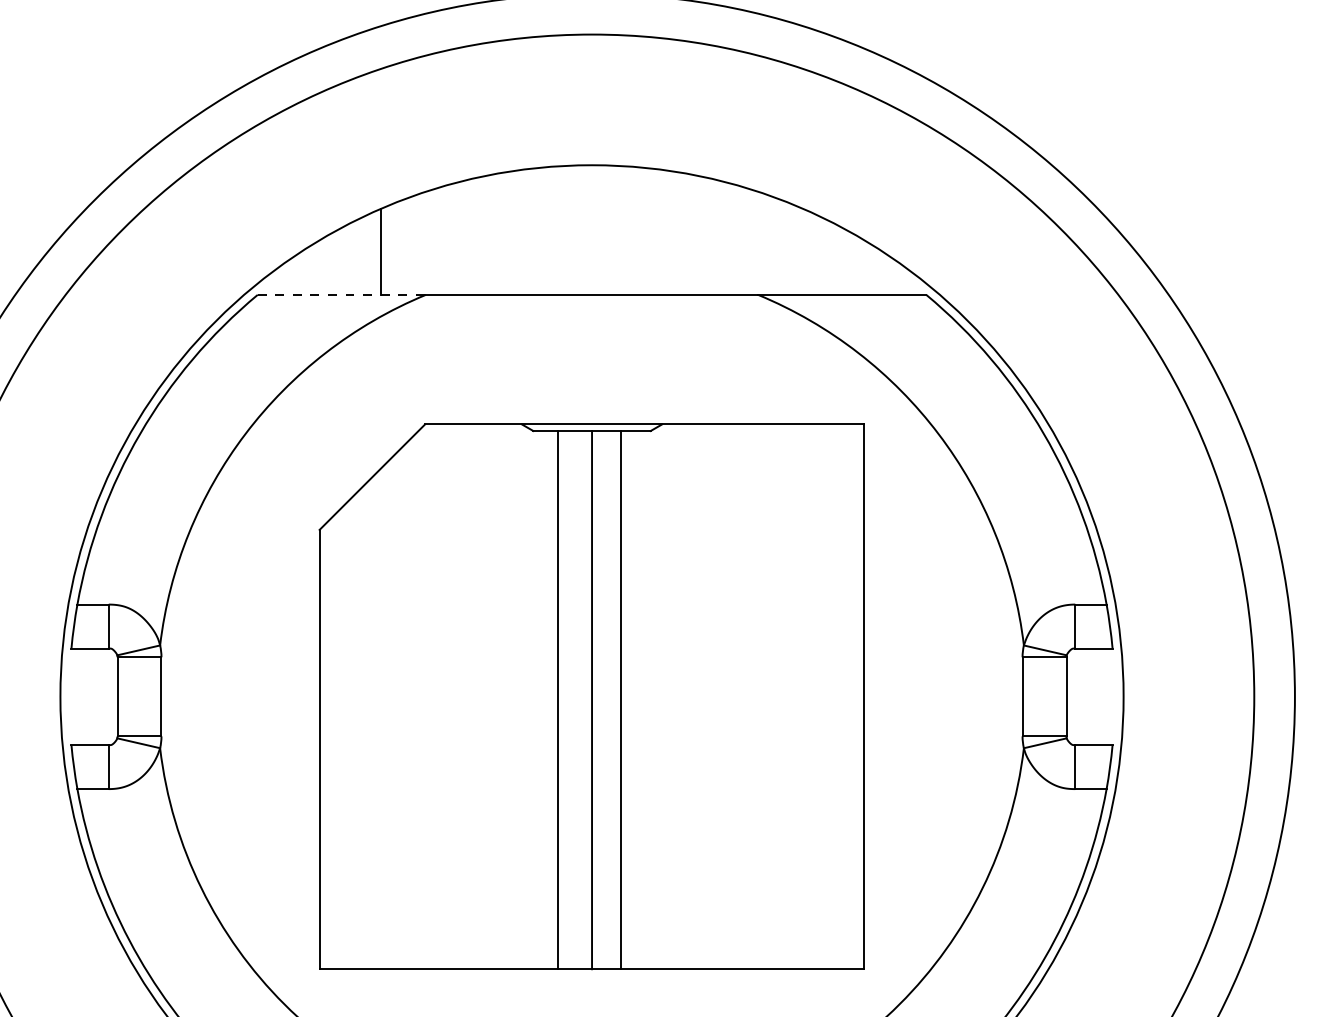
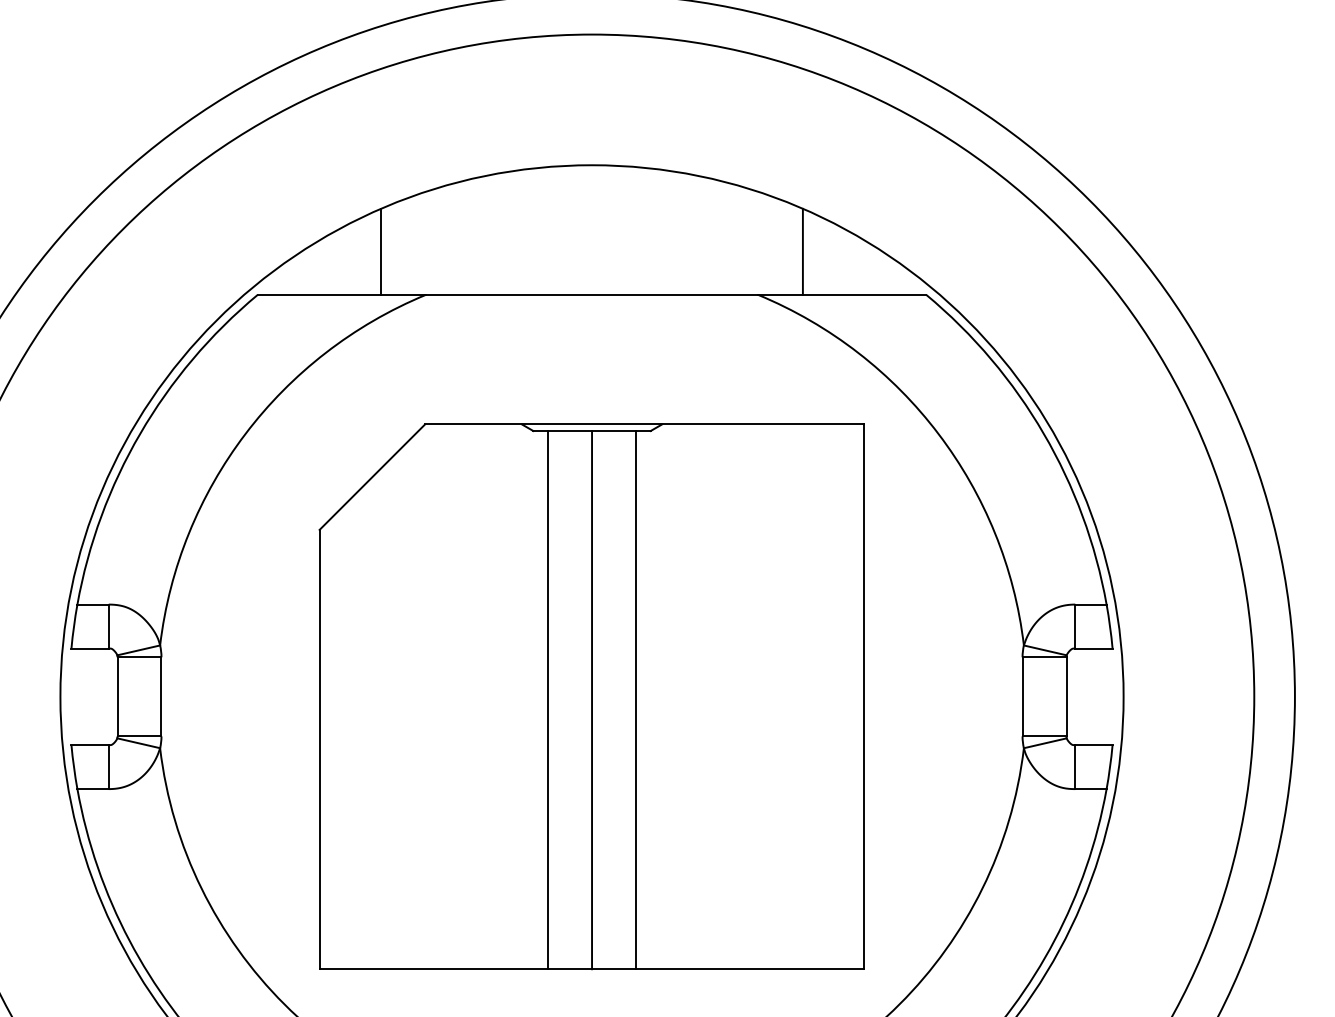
line at (802, 251): none -> present
line at (342, 294): dashed -> solid
line at (558, 700) position: (558, 700) -> (548, 700)
line at (620, 700) position: (620, 700) -> (635, 700)
